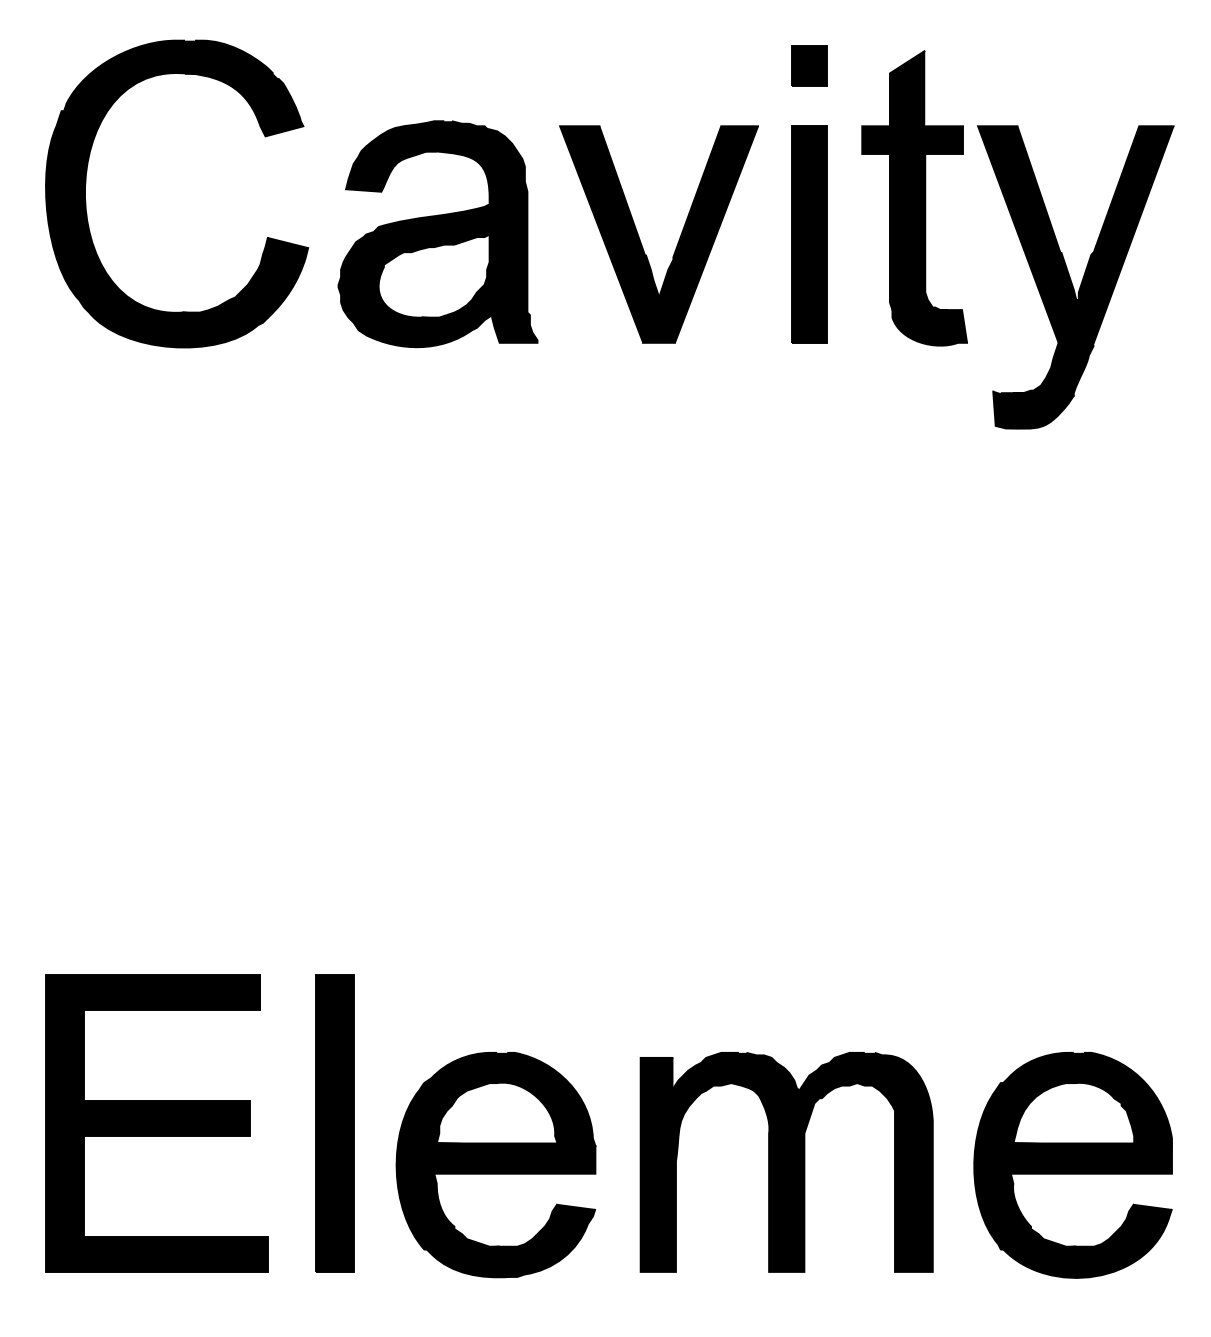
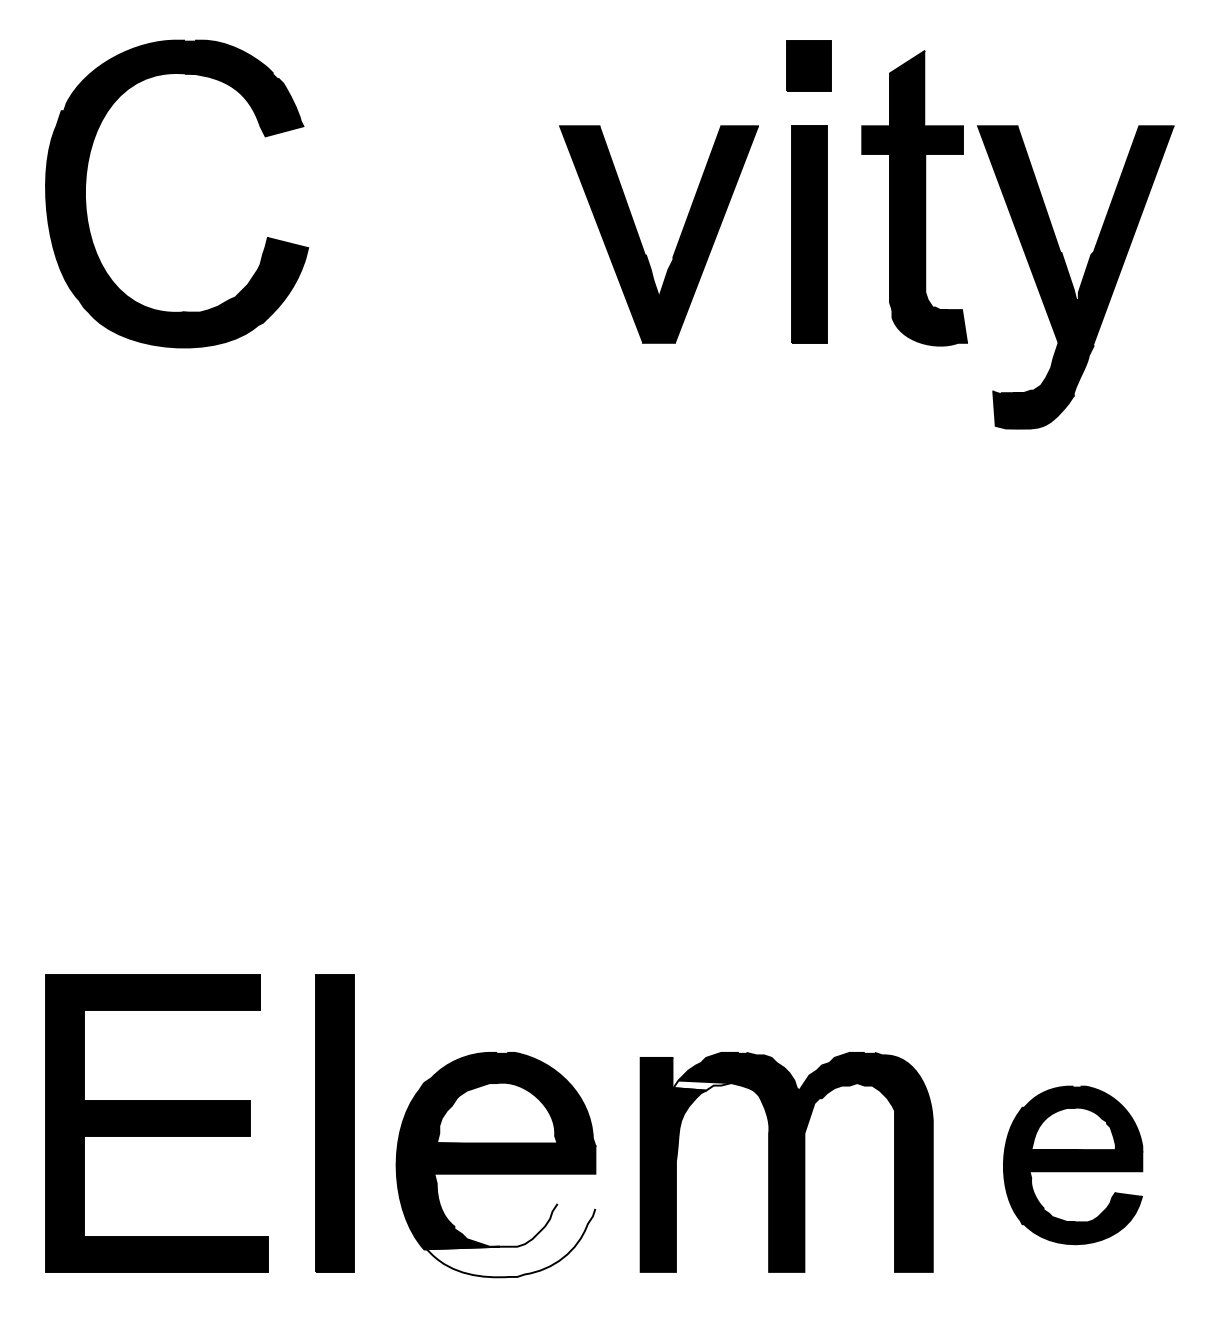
part at (809, 65) size: 37x42 px -> 46x52 px
part at (437, 234): present -> none
fill at (702, 1085): present -> none
part at (1072, 1165) size: 200x227 px -> 141x161 px
fill at (509, 1240): present -> none
